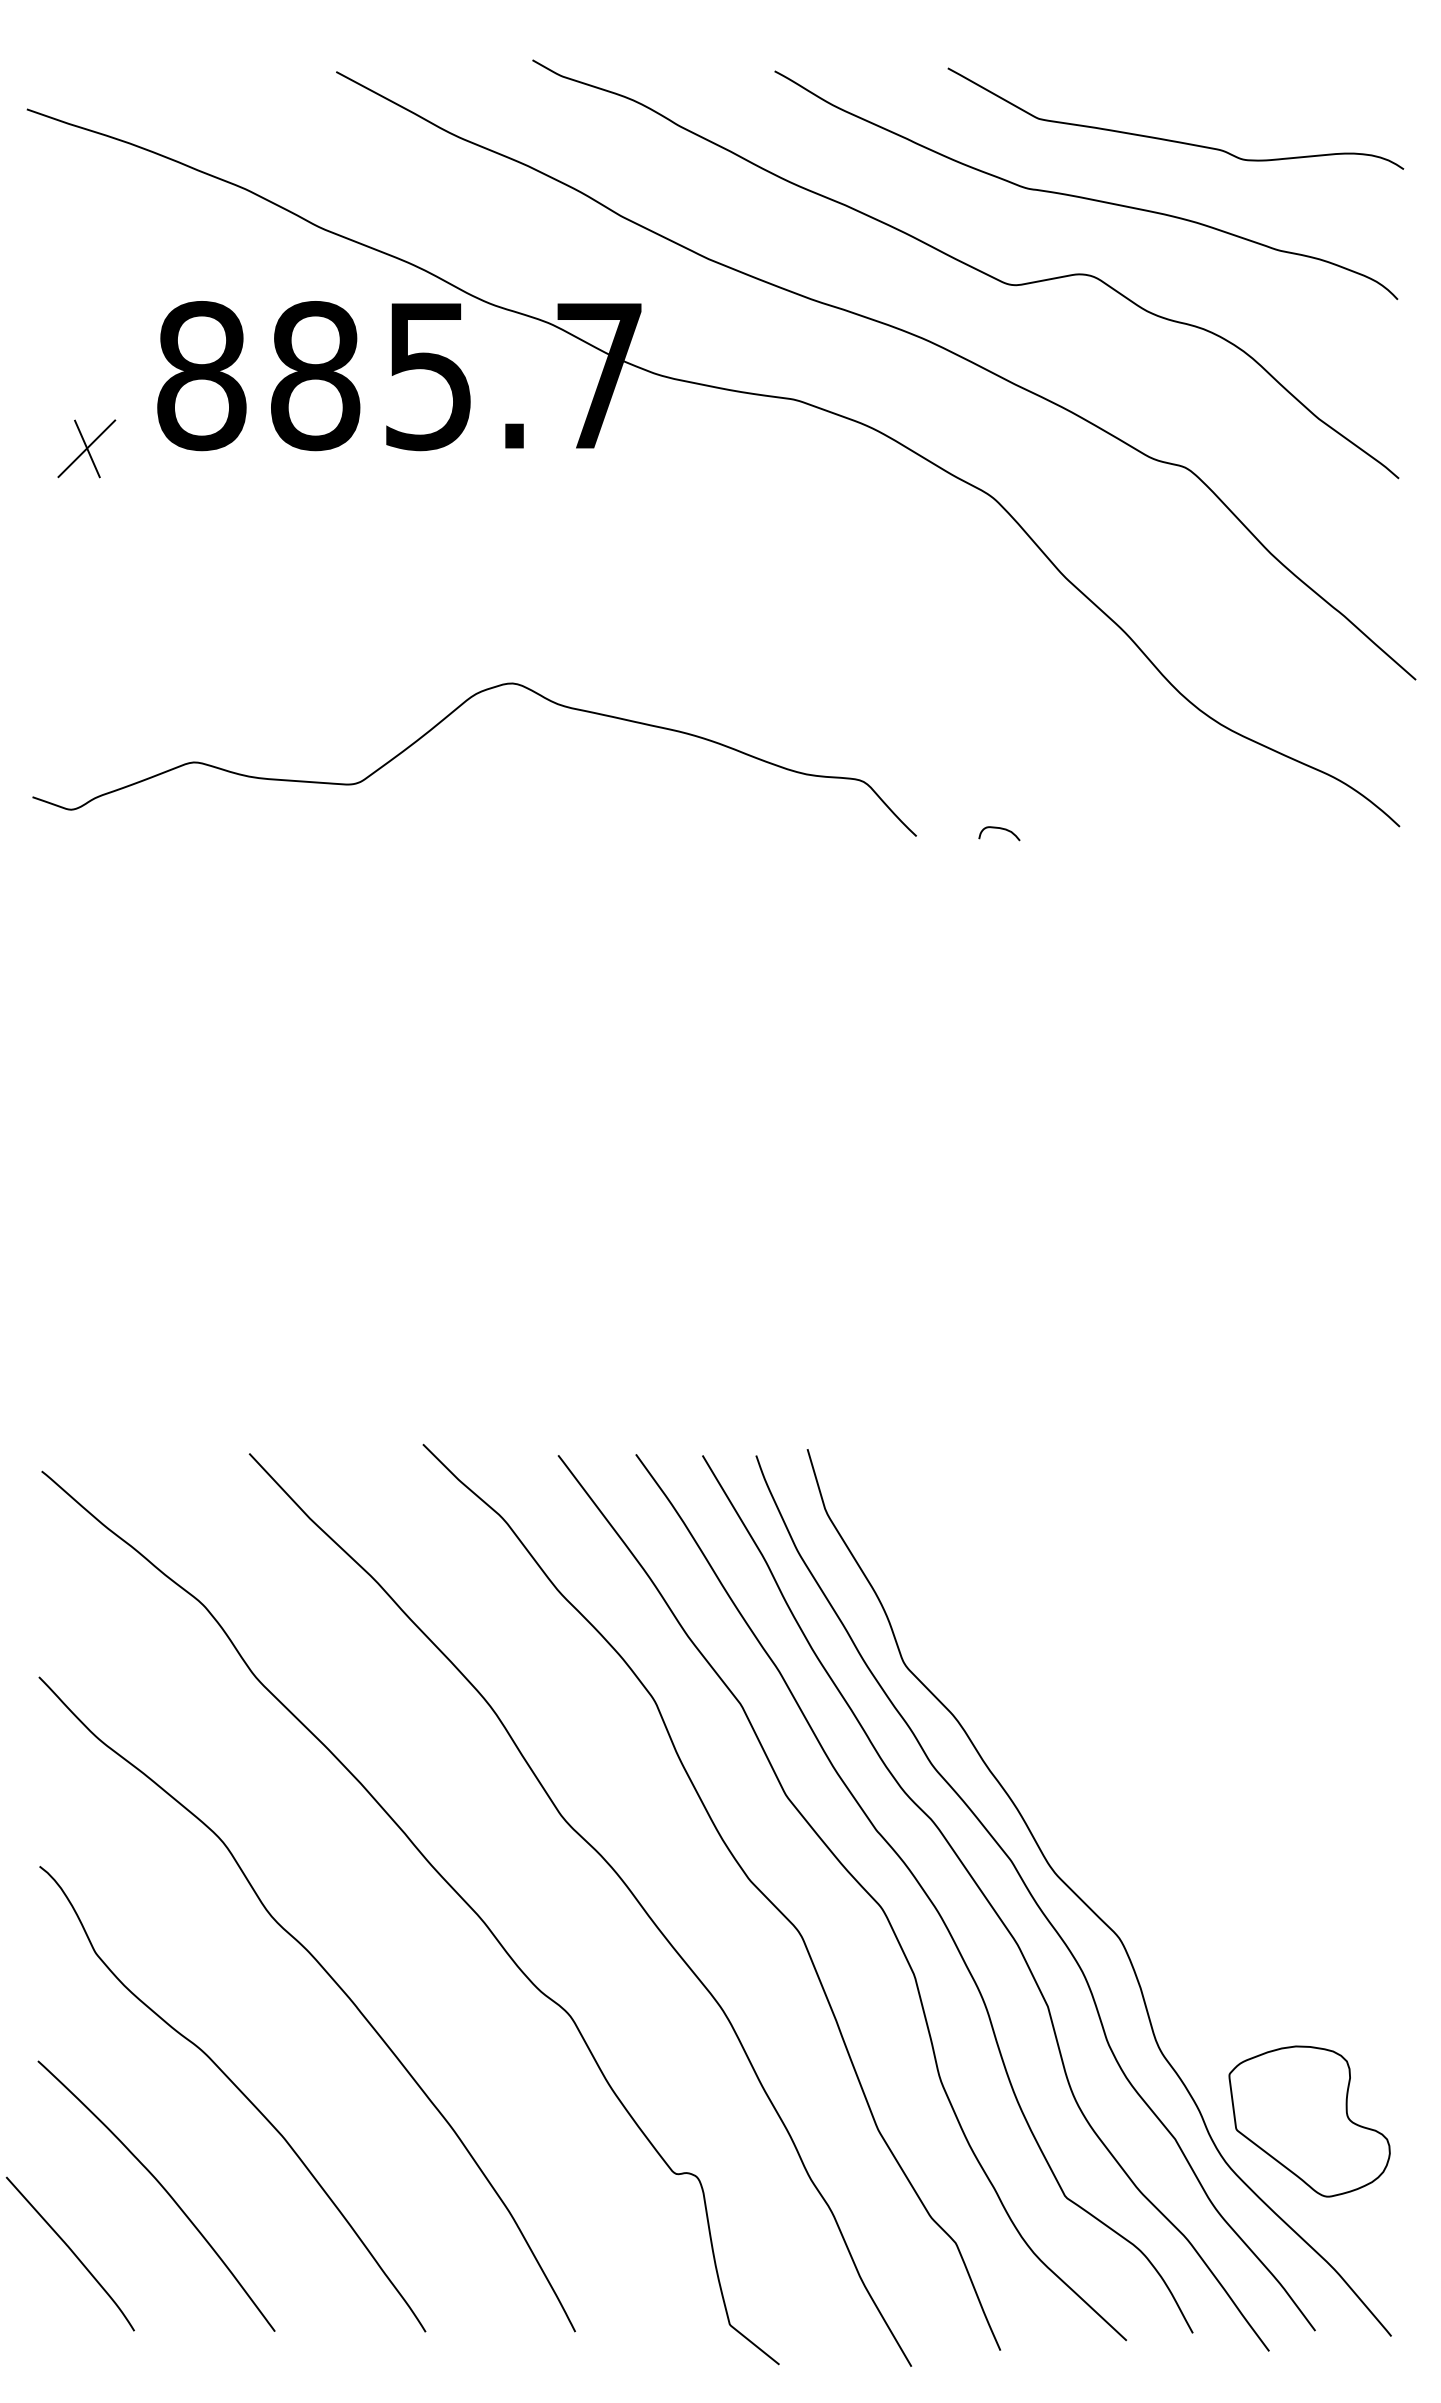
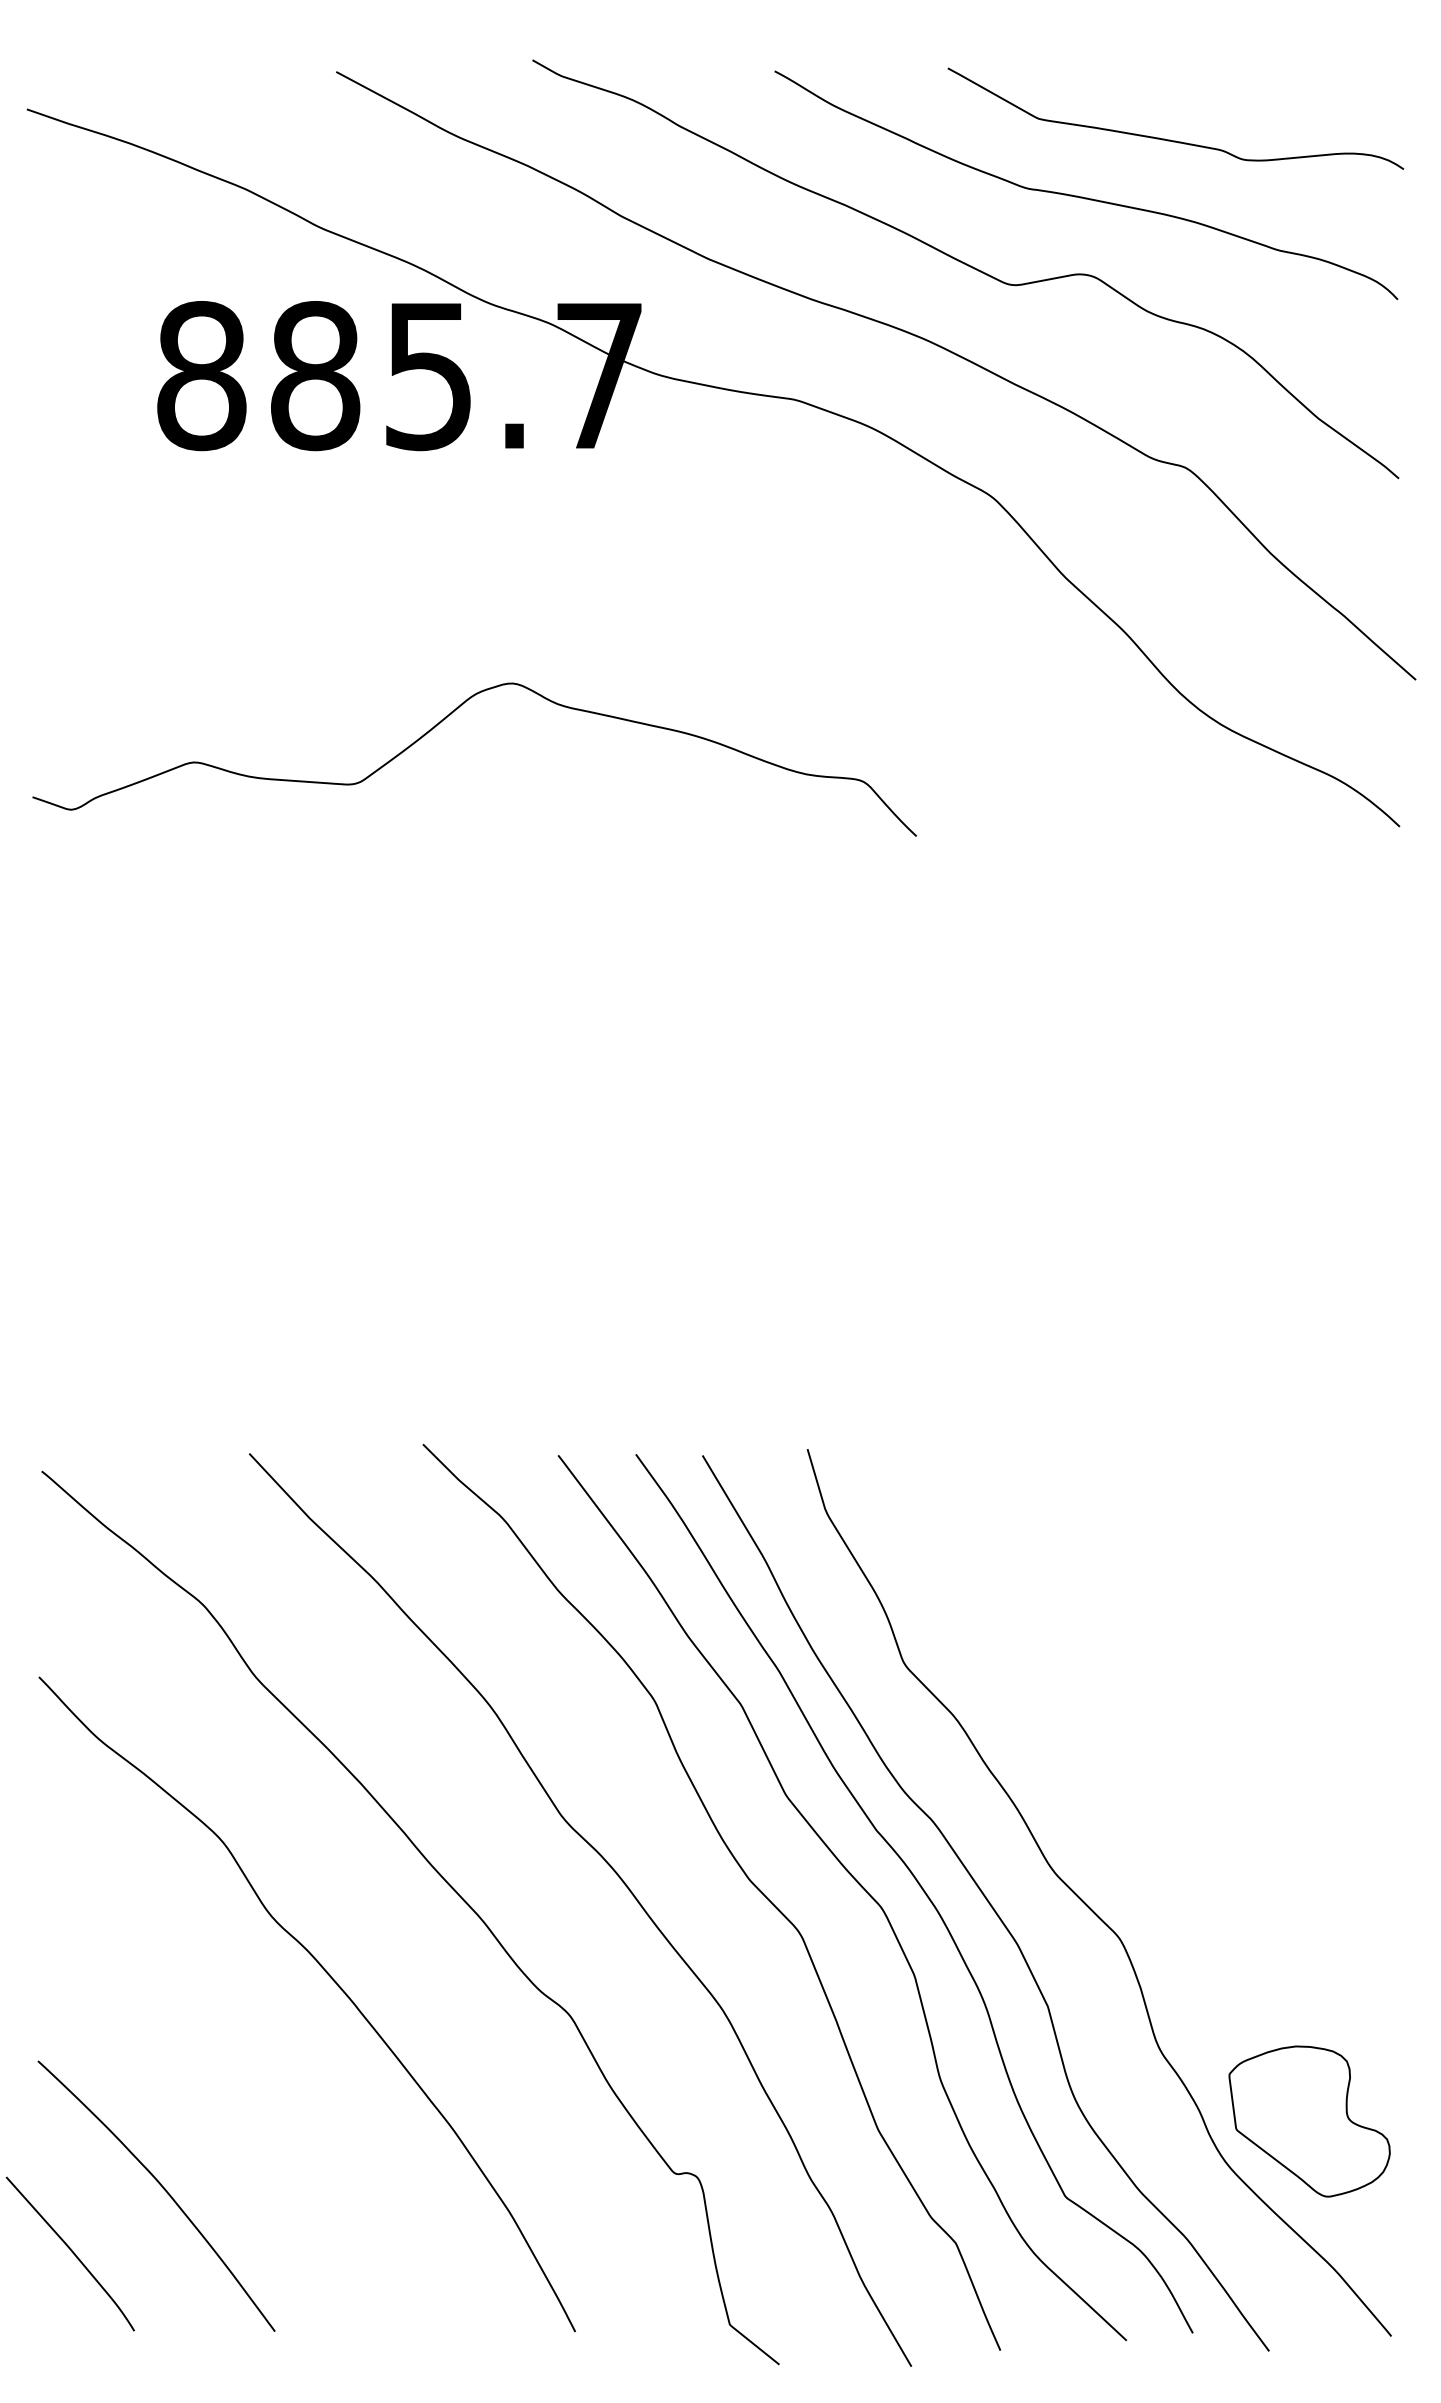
part at (86, 448): present -> none
curve at (1000, 829): present -> none
curve at (1032, 1895): present -> none
curve at (239, 2091): present -> none
